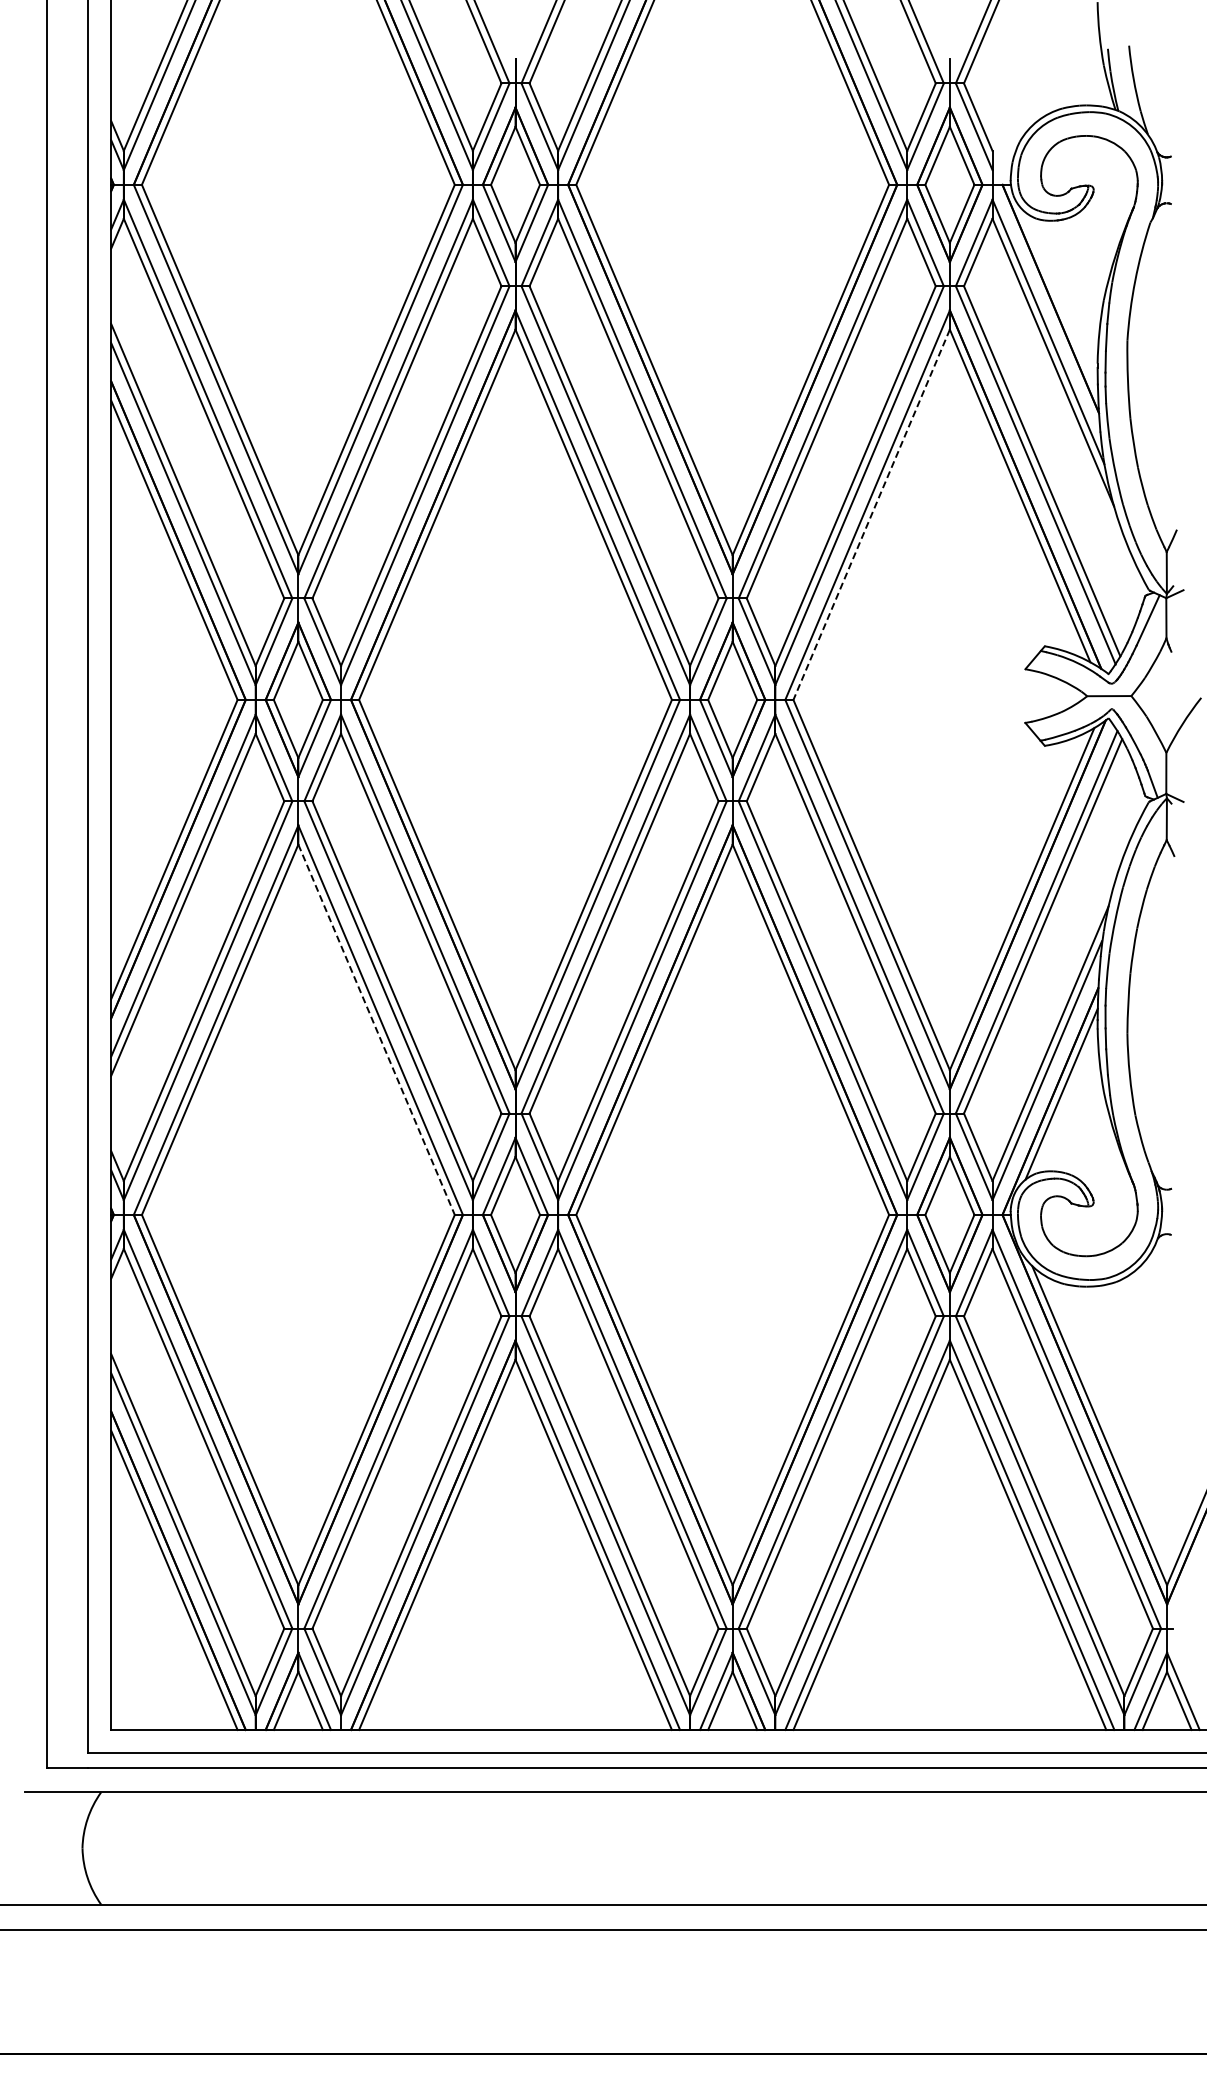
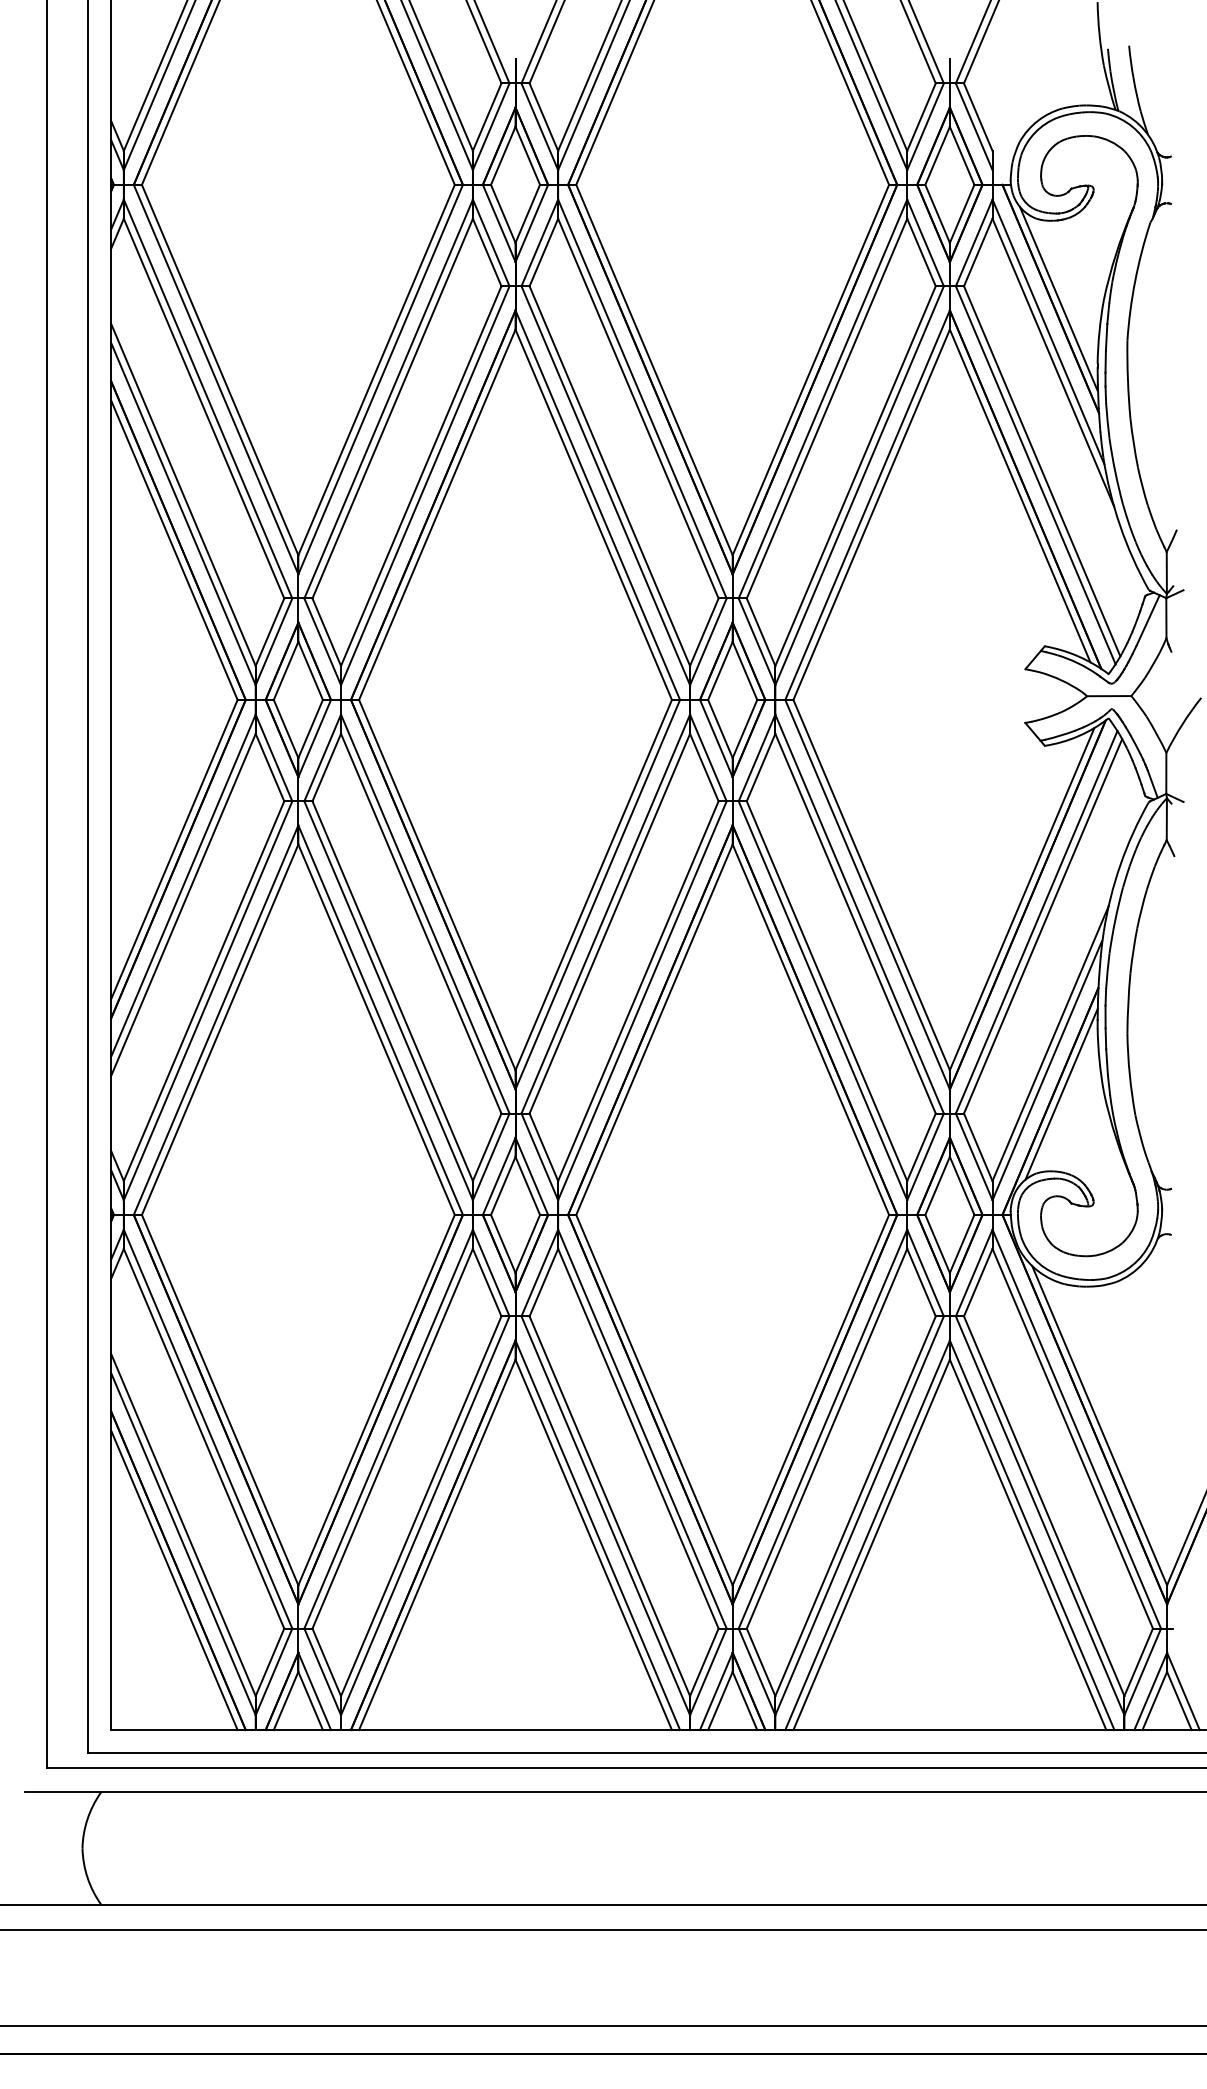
line at (1058, 298): none -> present
line at (871, 514): dashed -> solid
line at (376, 1029): dashed -> solid
line at (602, 2026): none -> present
